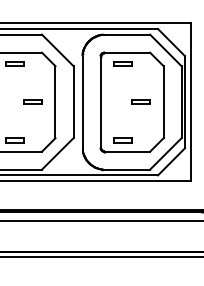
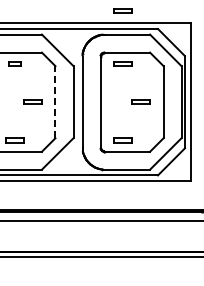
part at (122, 10): none -> present
part at (14, 63) size: 20x6 px -> 14x6 px
line at (55, 101): solid -> dashed
